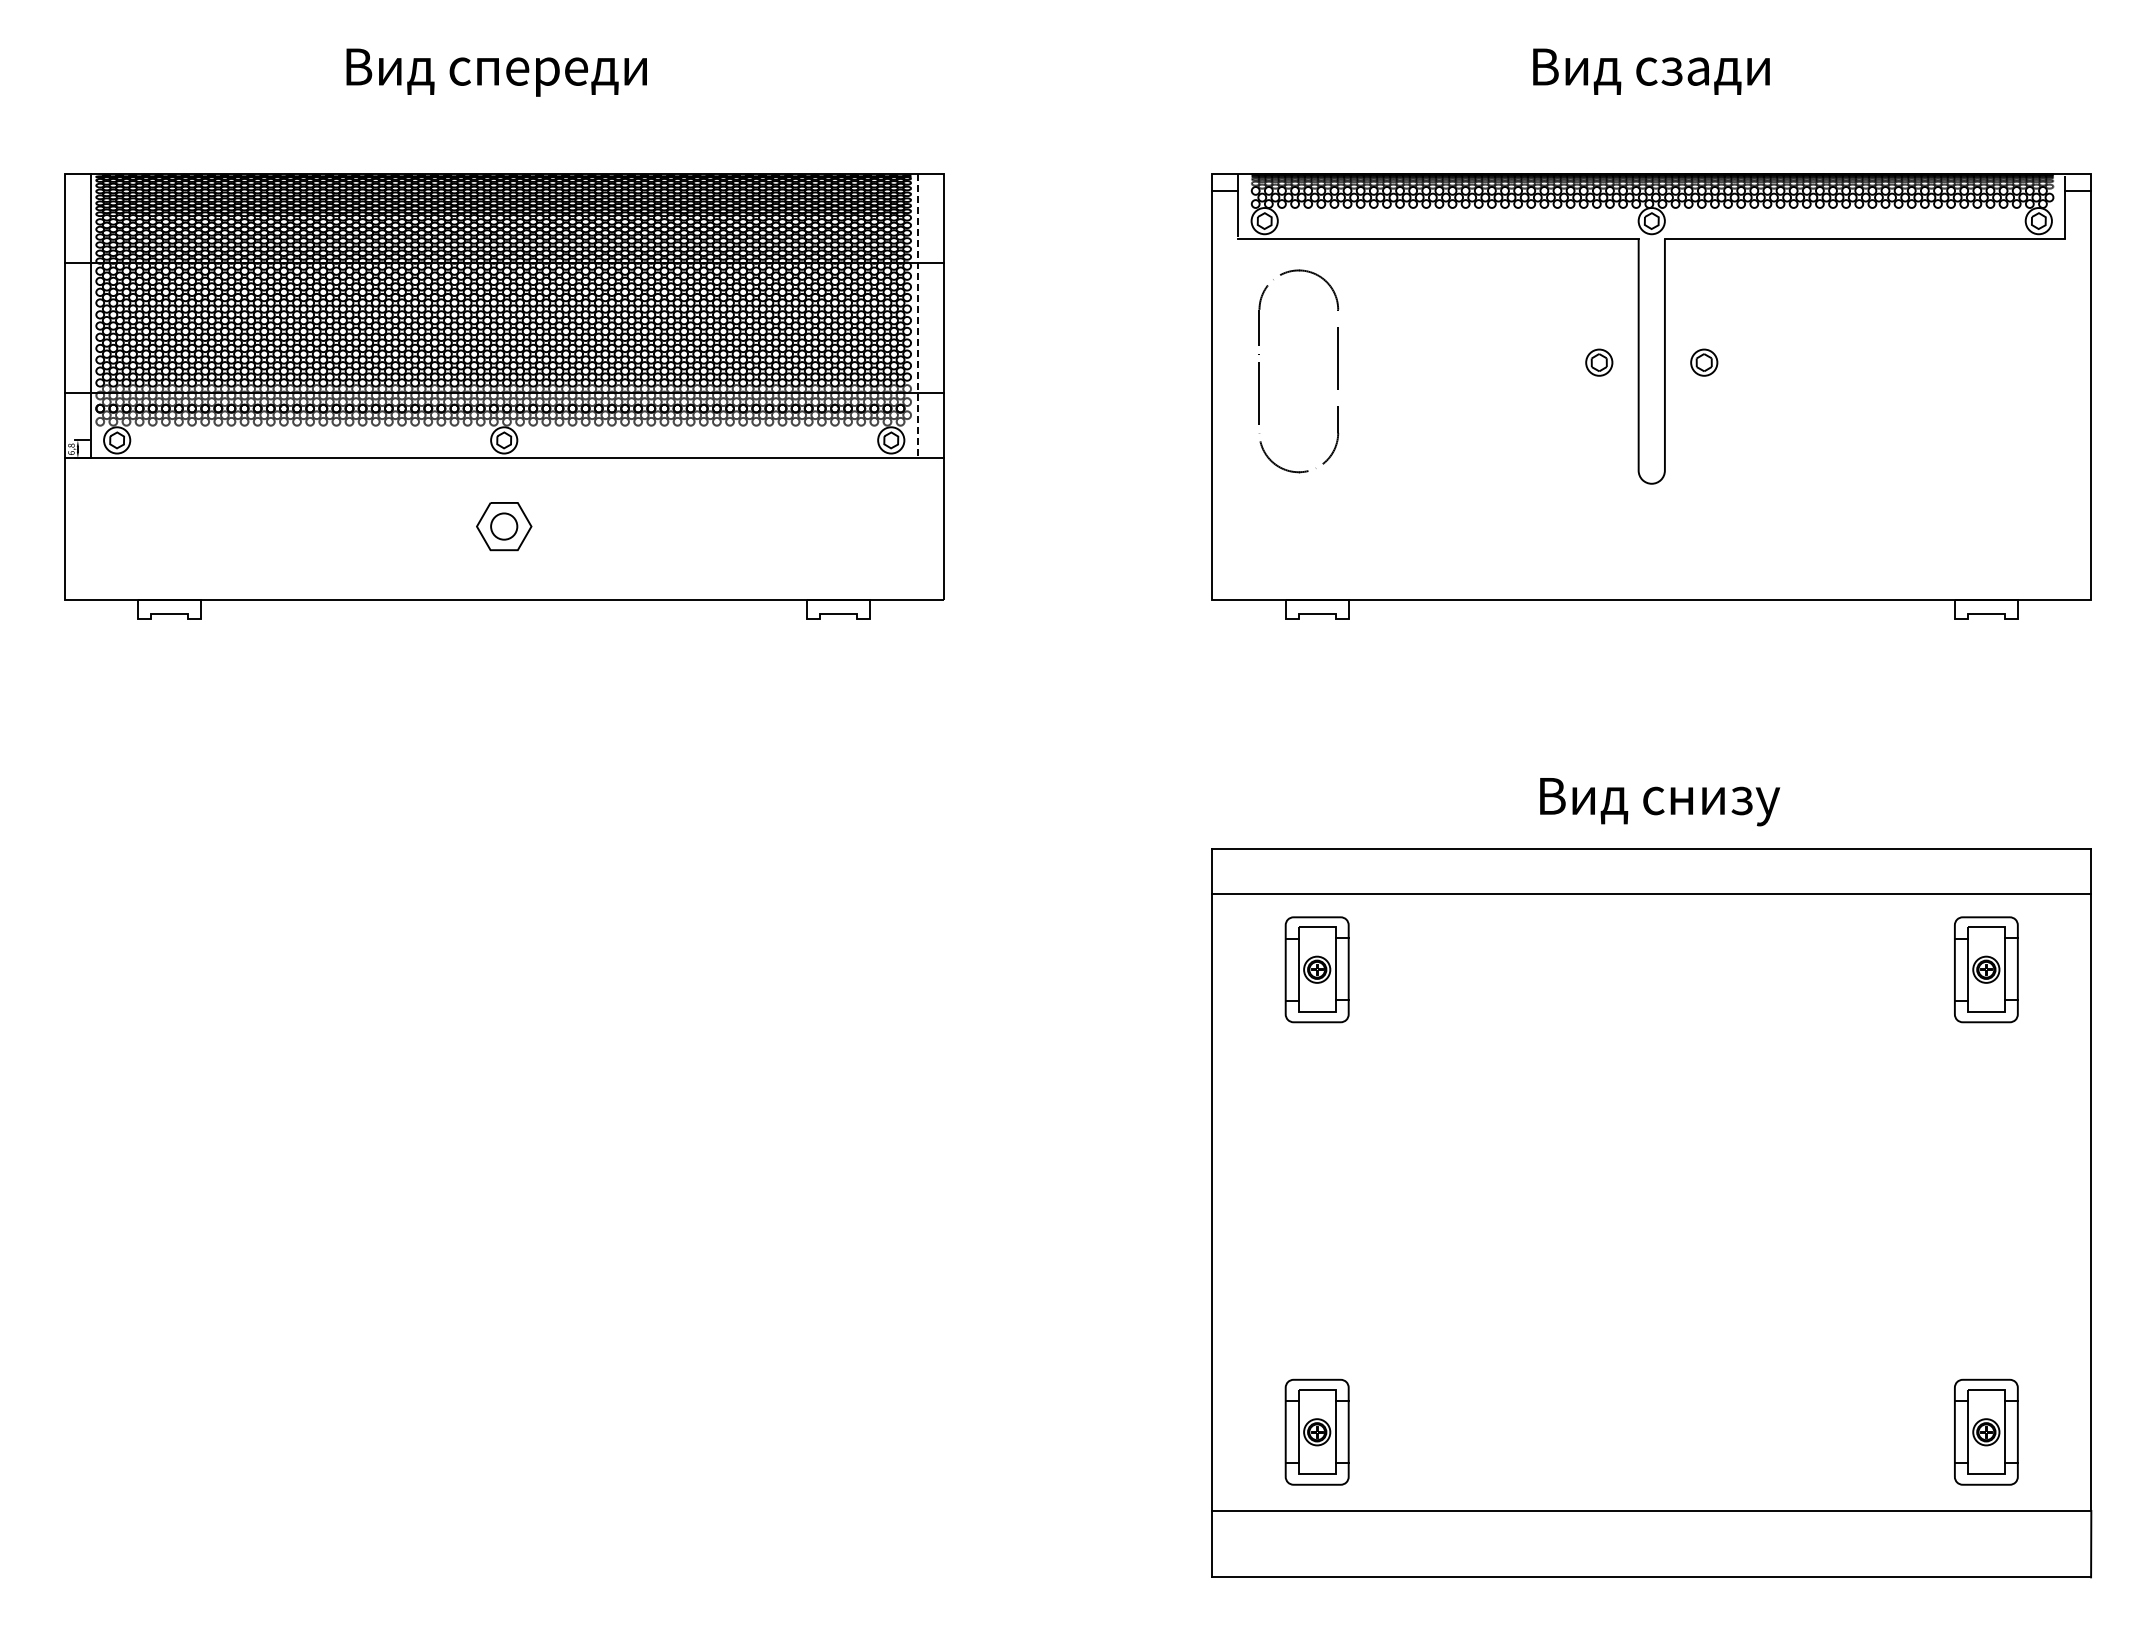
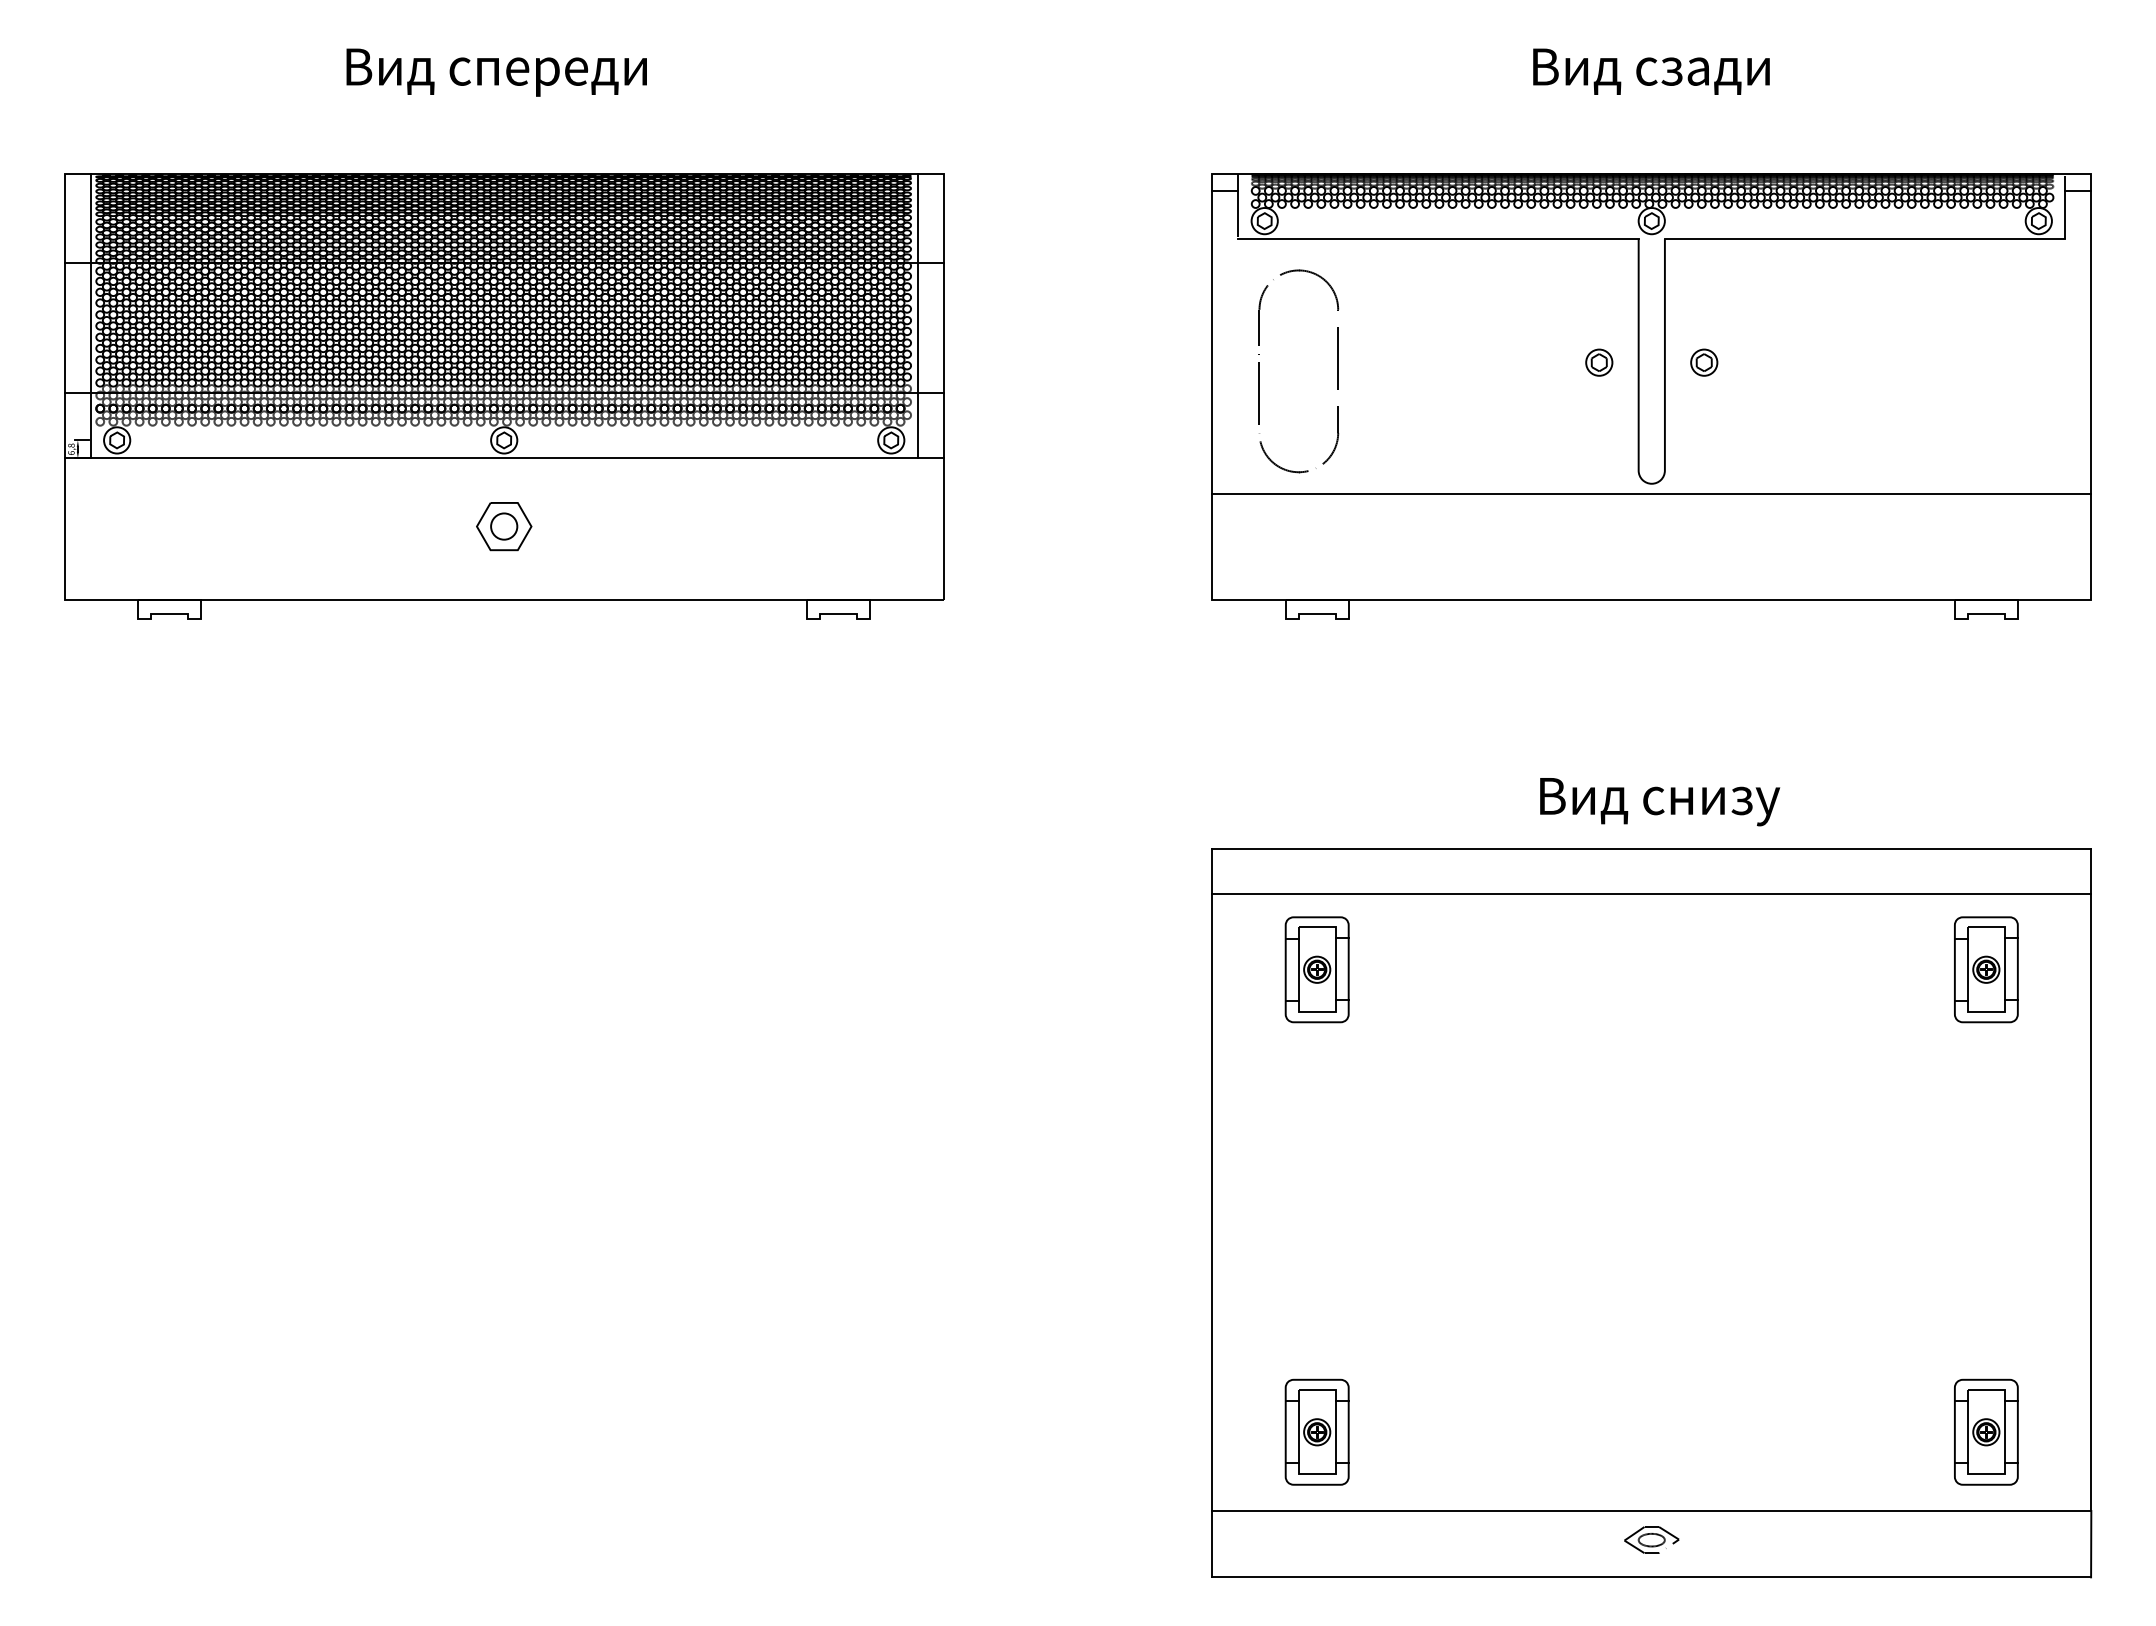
line at (917, 316): dashed -> solid
line at (1651, 493): none -> present
part at (1651, 1539): none -> present
